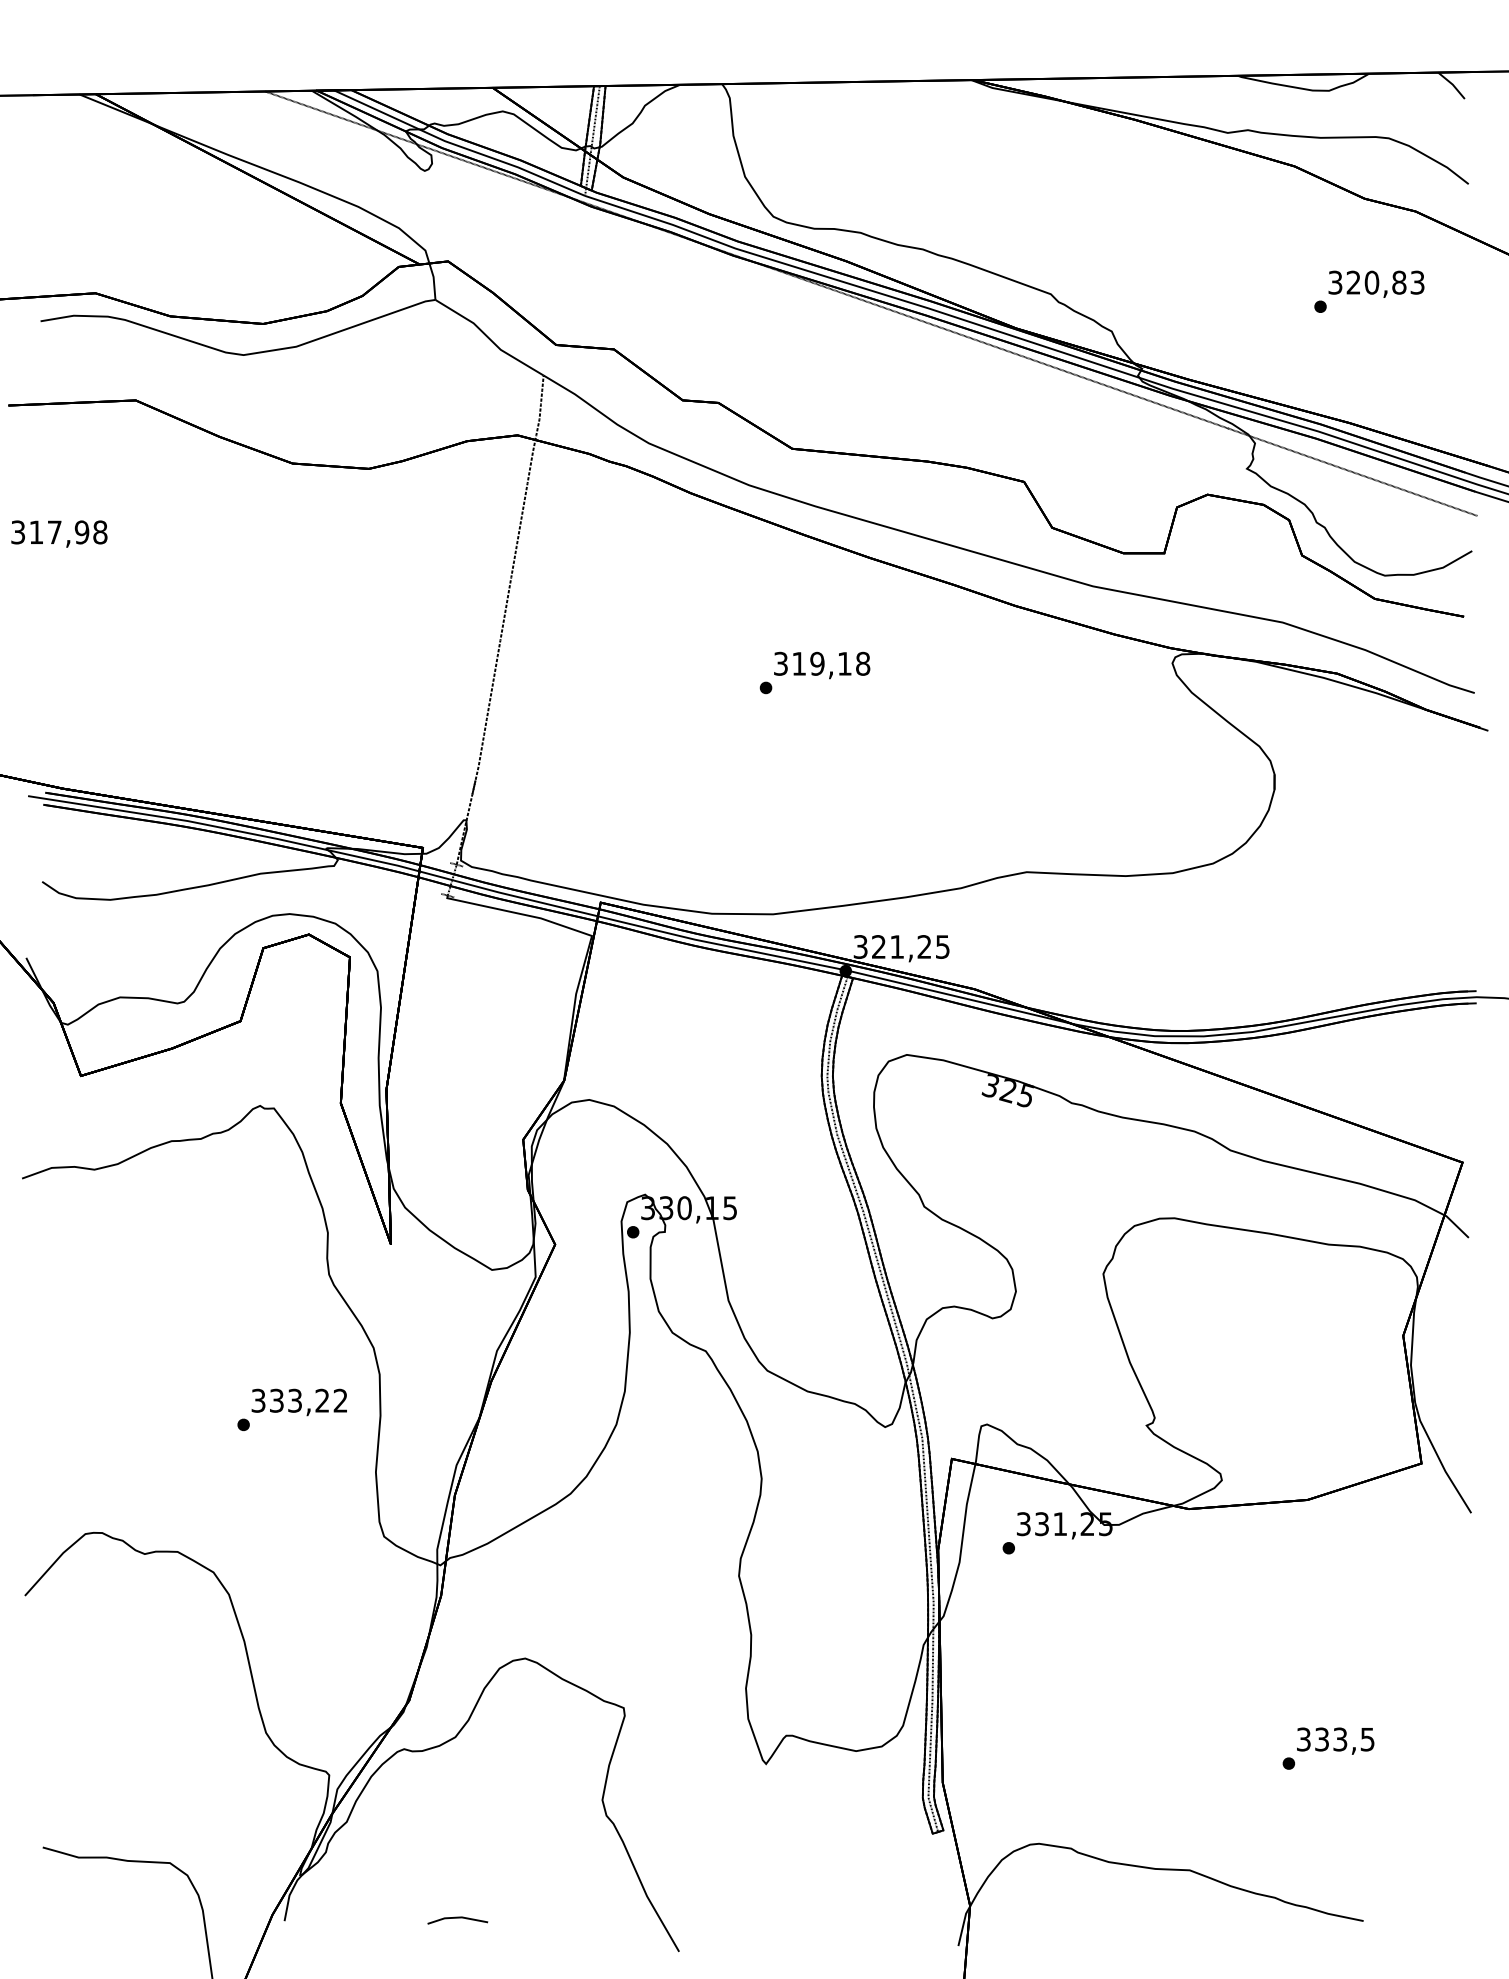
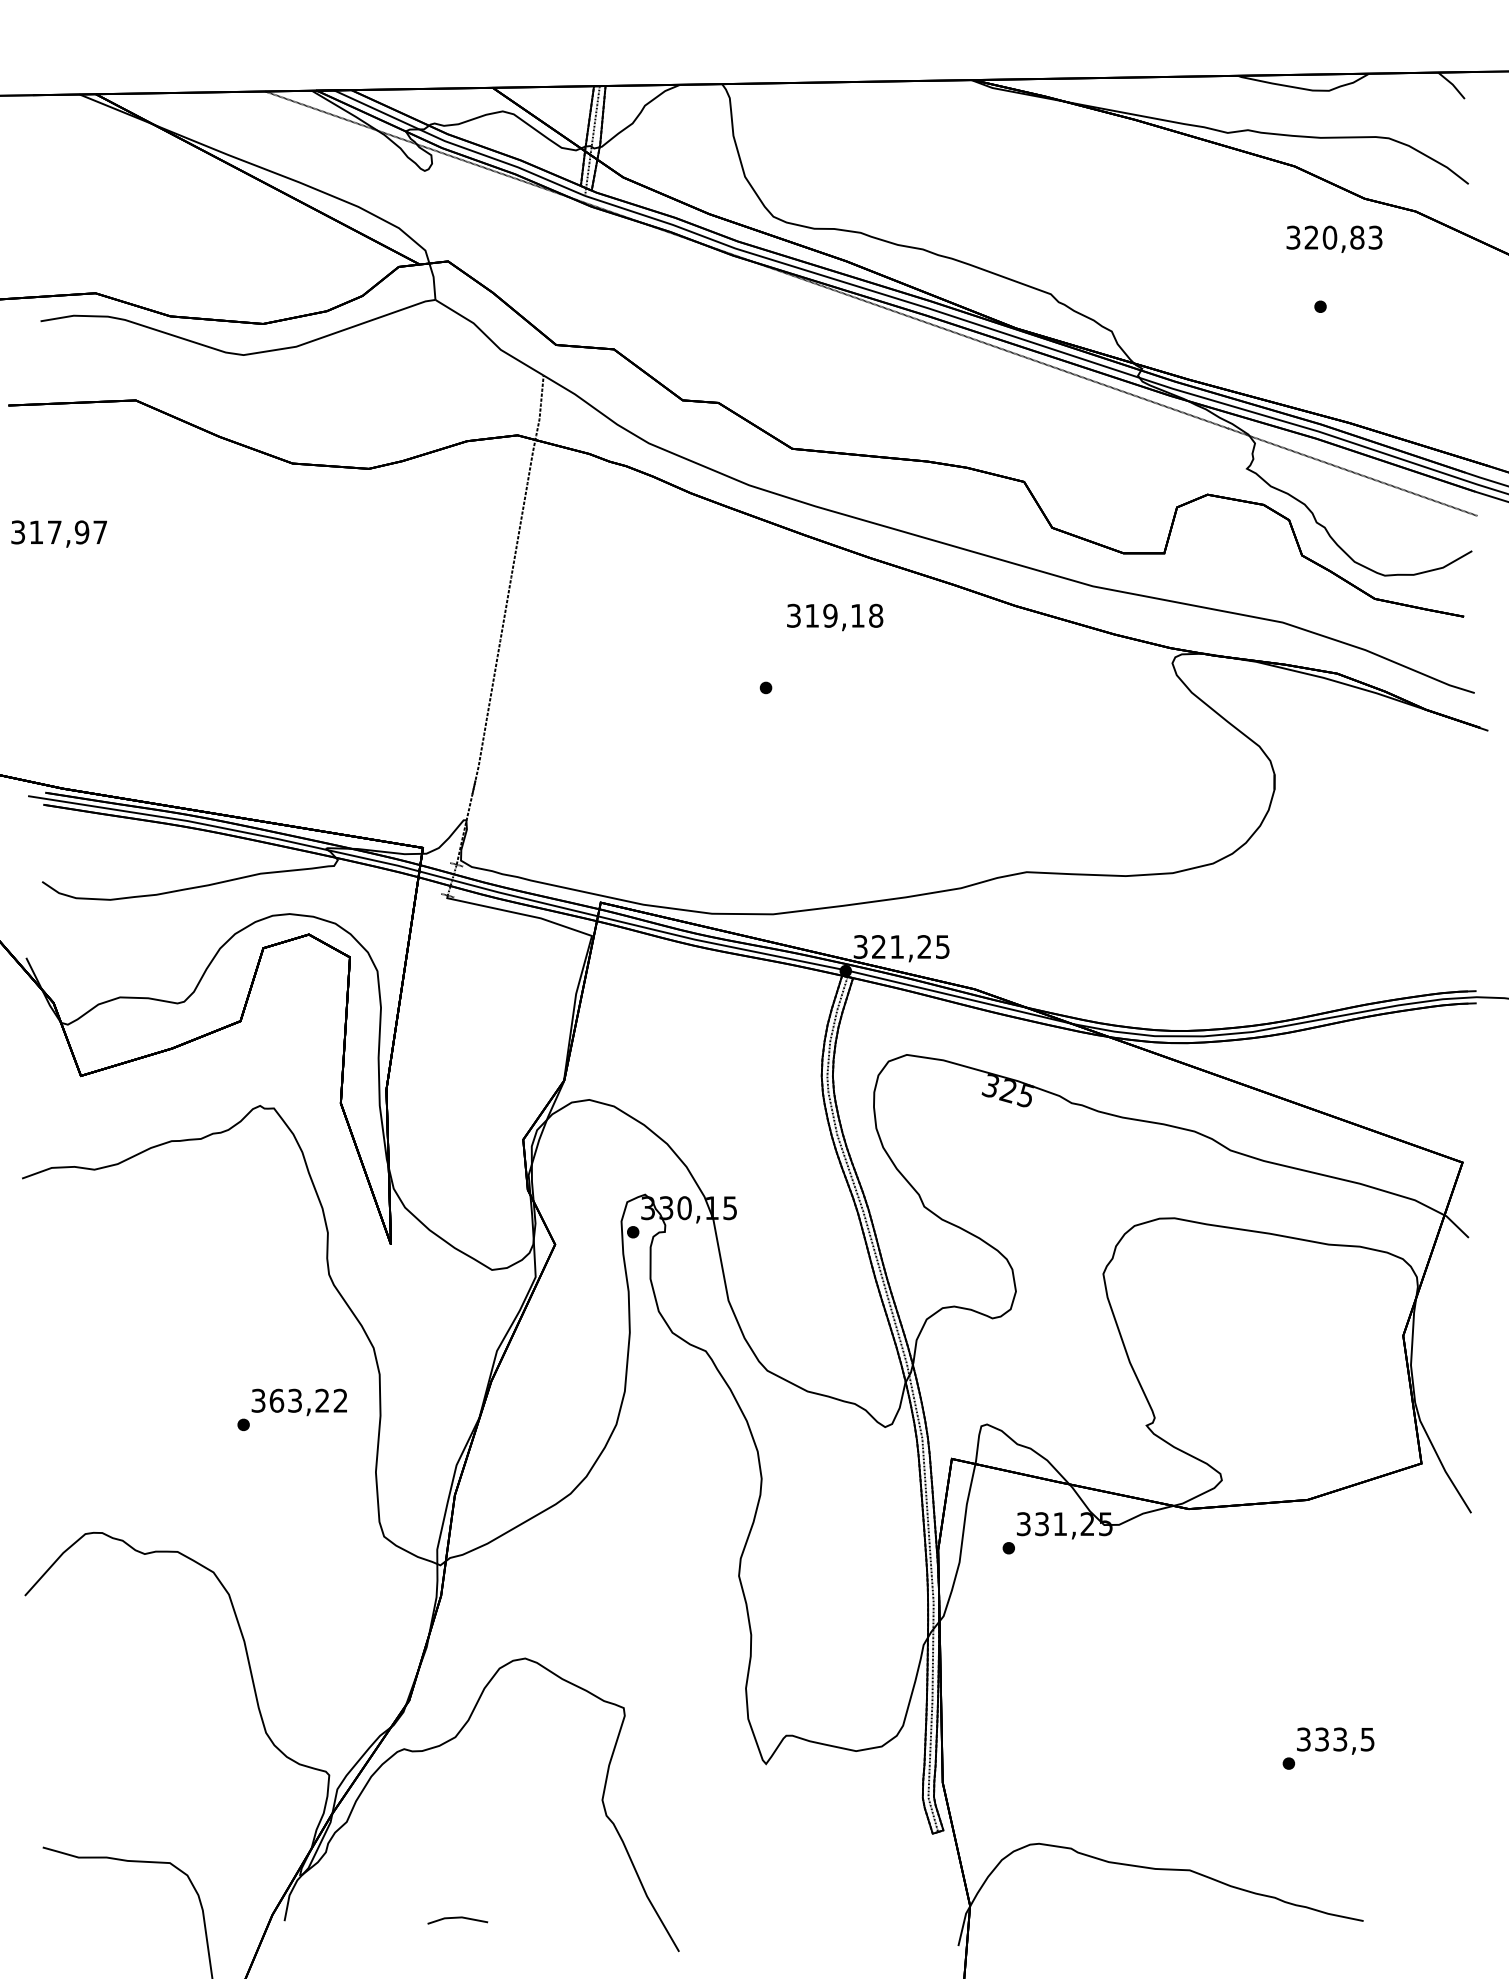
text at (1376, 283) position: (1376, 283) -> (1334, 238)
text at (100, 532): 317,98 -> 317,97
text at (822, 665) position: (822, 665) -> (835, 617)
text at (276, 1400): 333,22 -> 363,22
